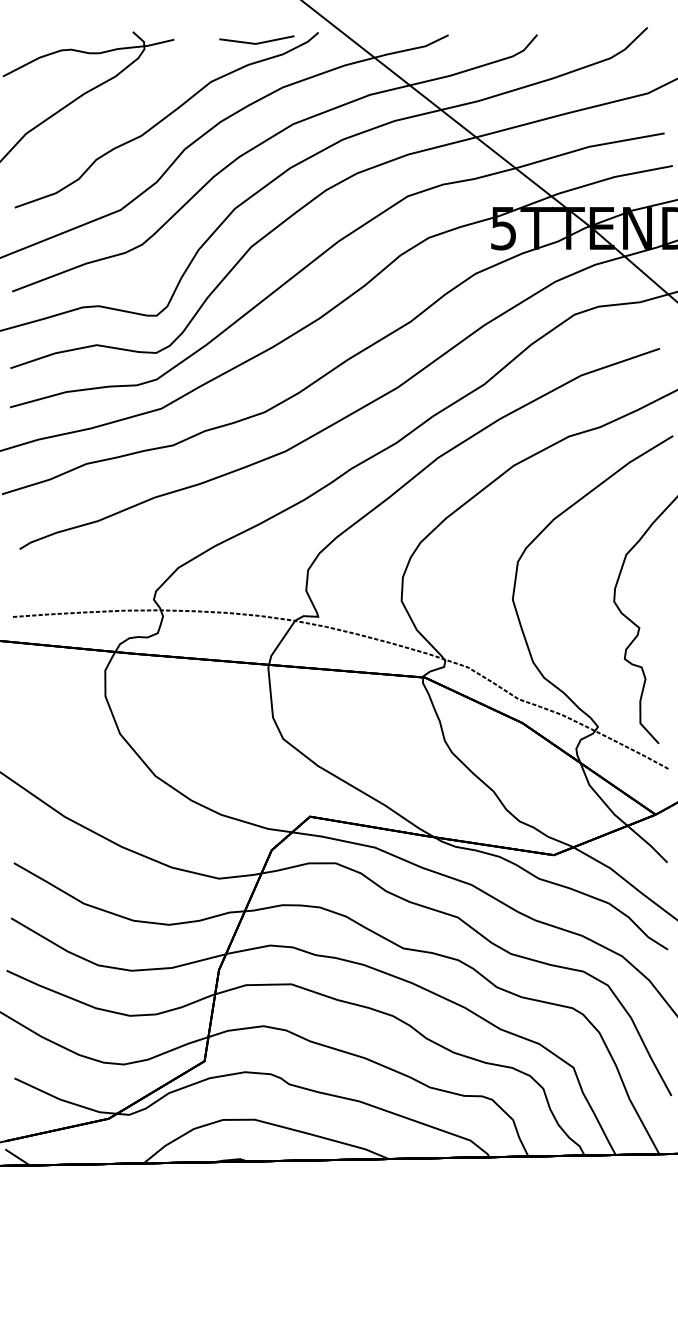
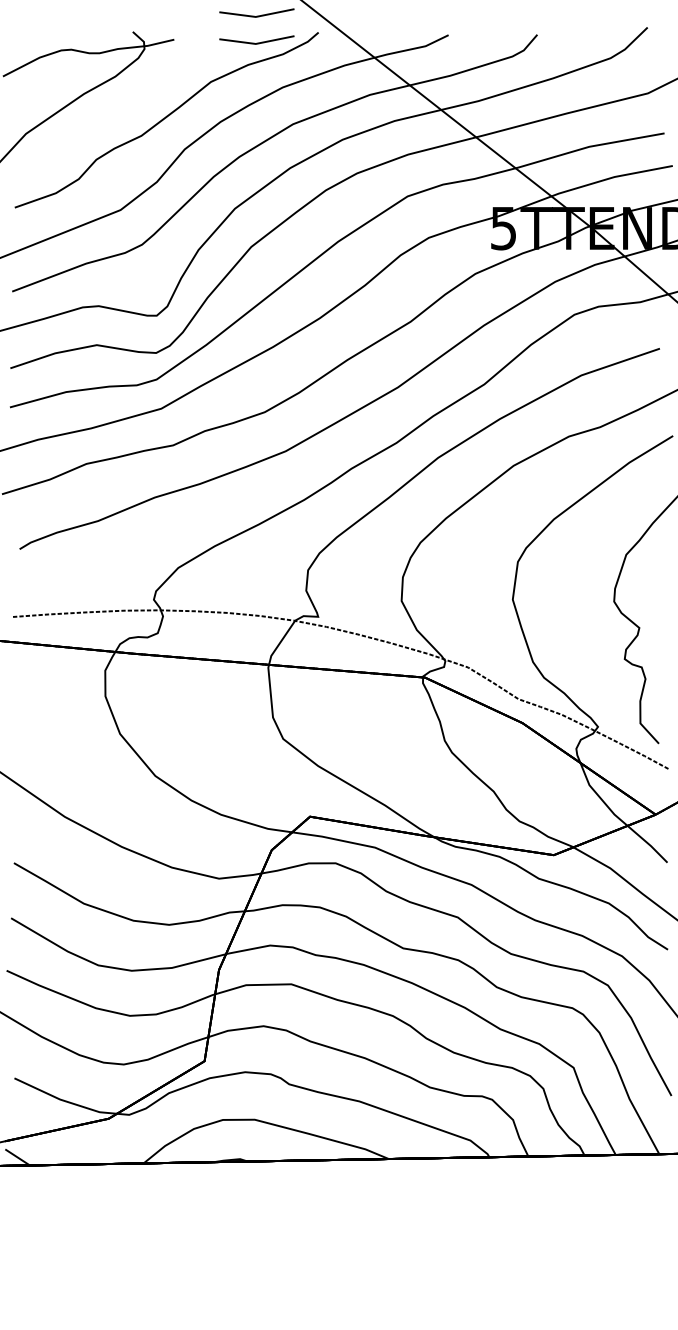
line at (256, 15): none -> present
